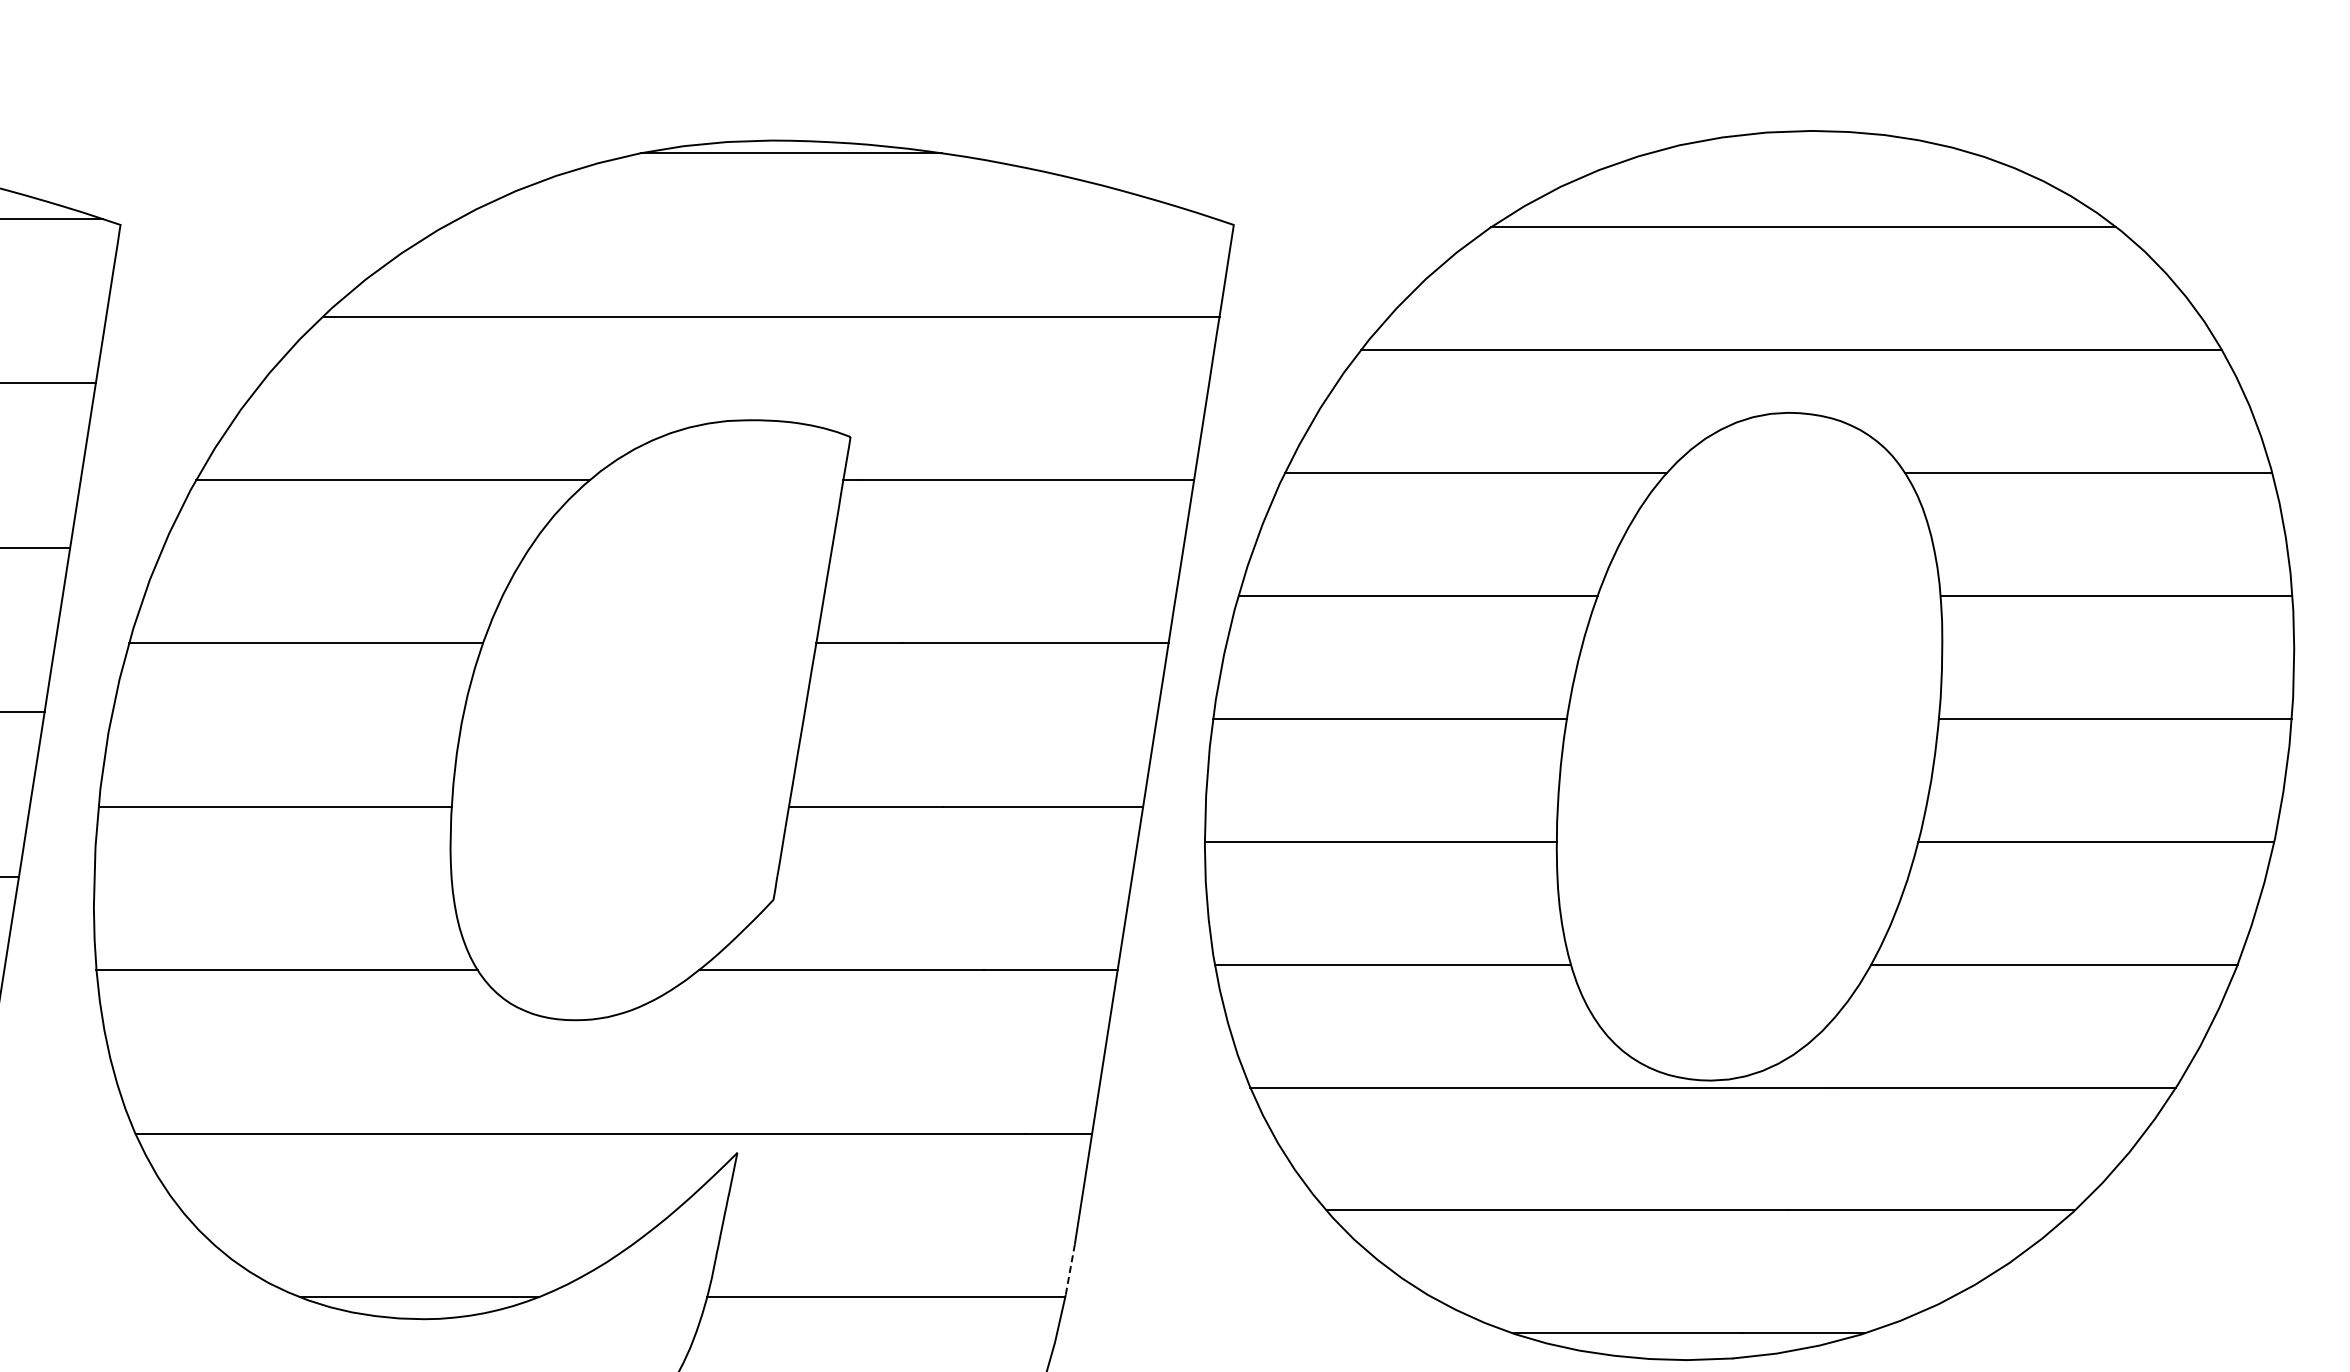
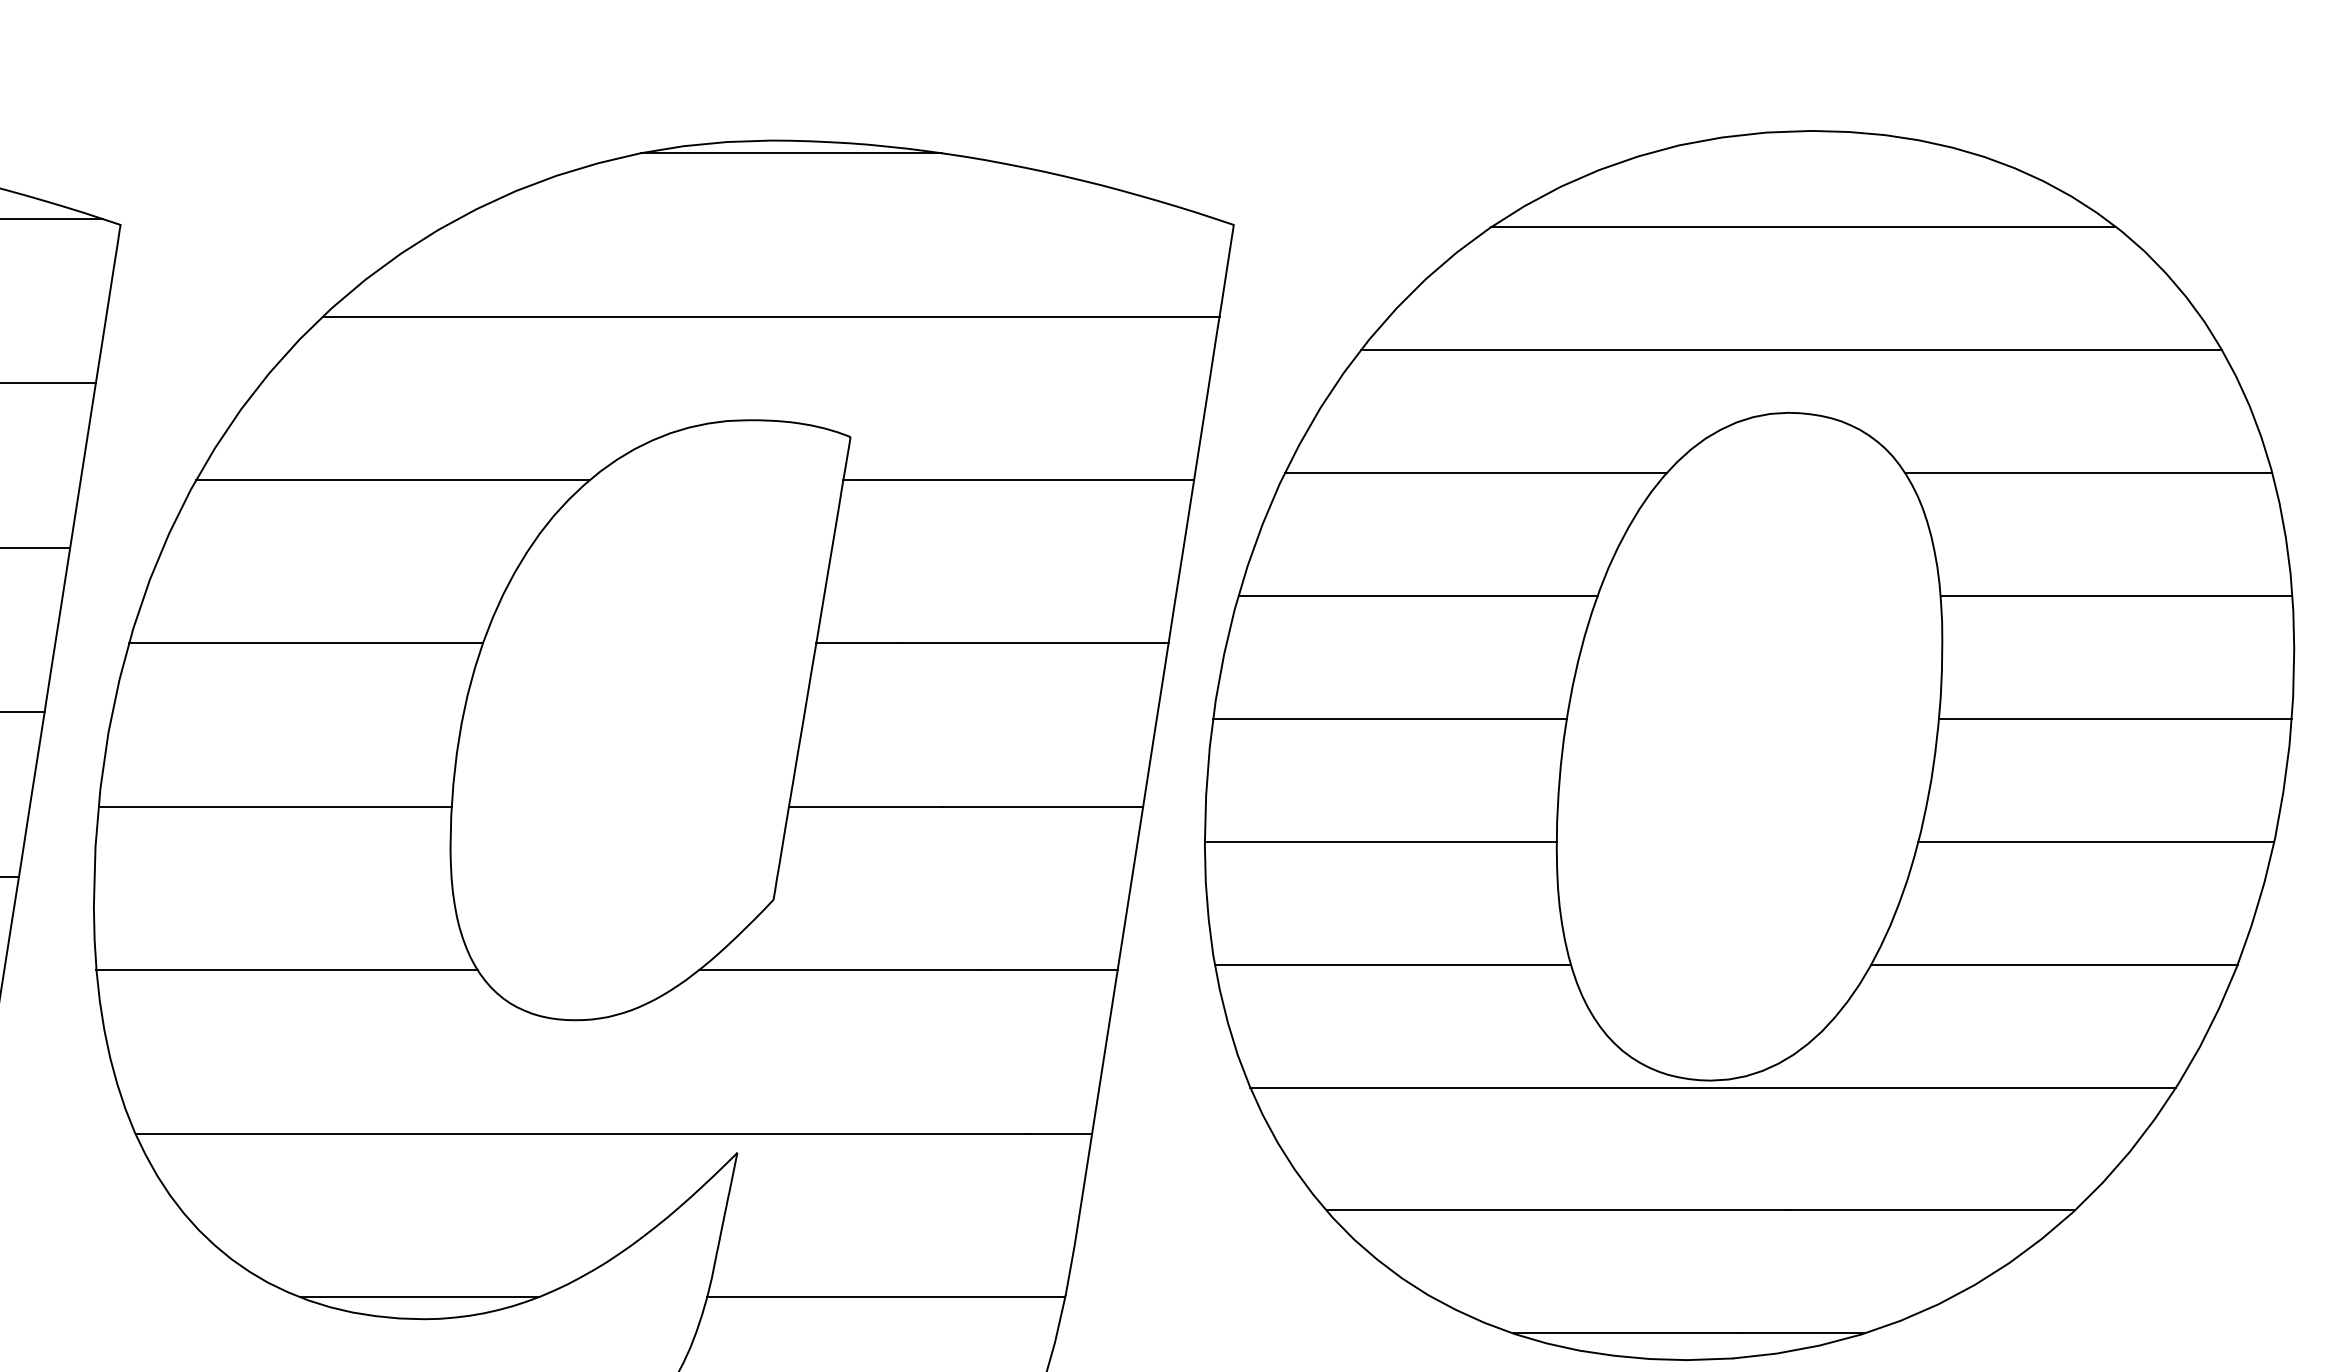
line at (1070, 1269): dashed -> solid
